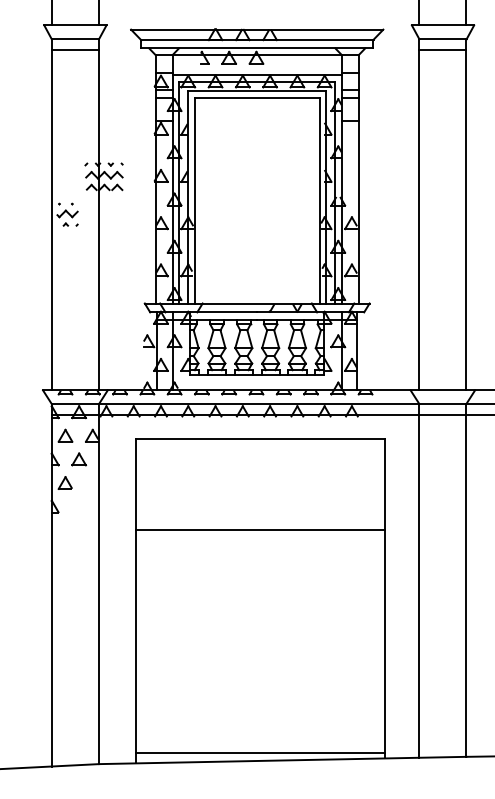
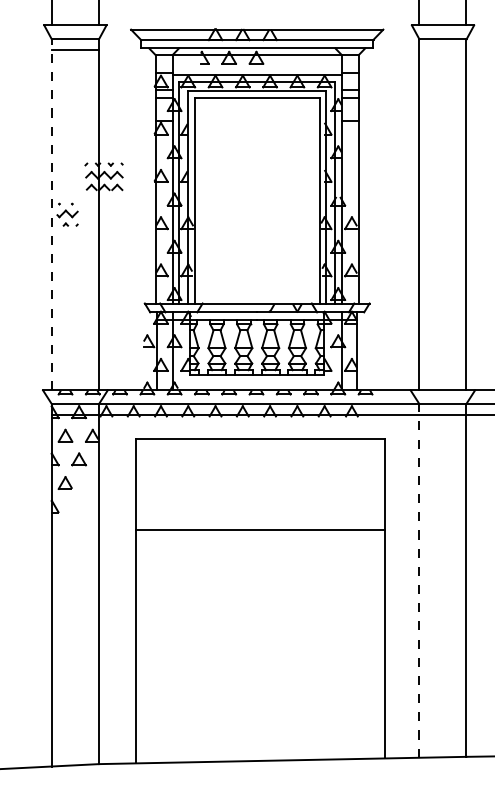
line at (442, 49): present -> none
line at (51, 214): solid -> dashed
line at (419, 580): solid -> dashed
line at (260, 753): present -> none
